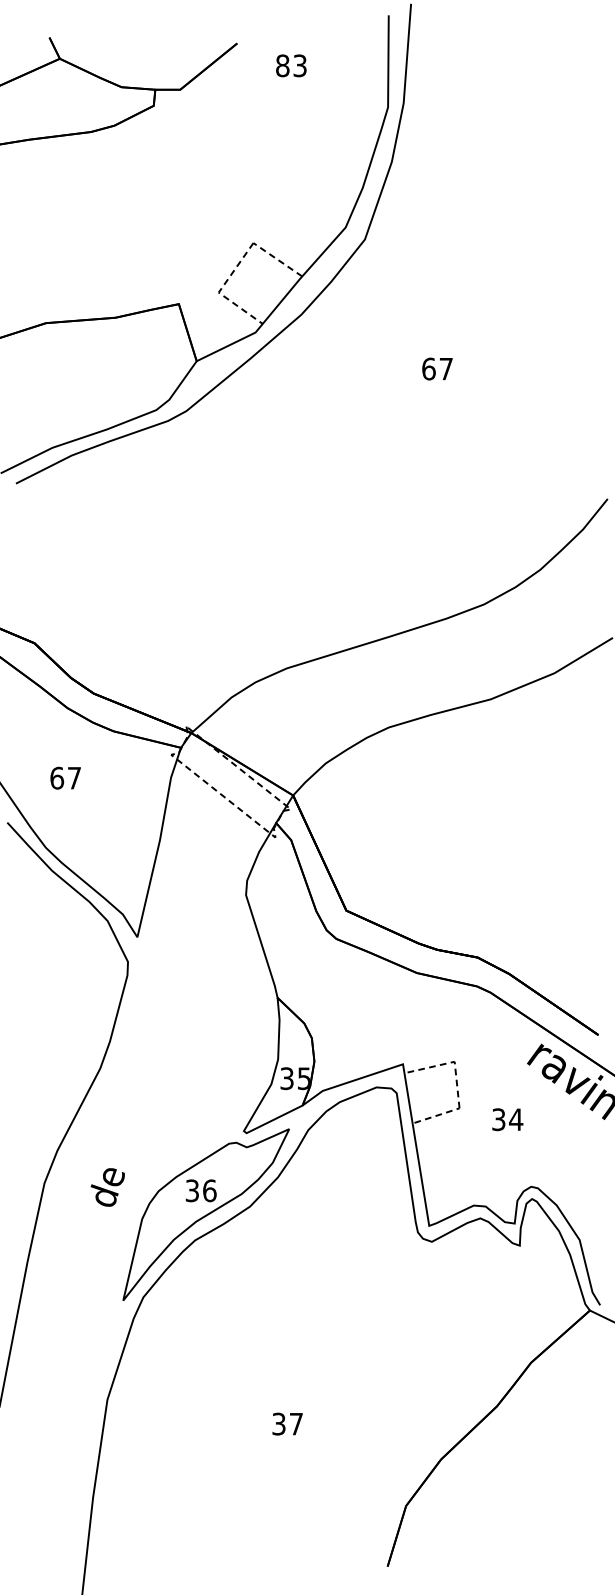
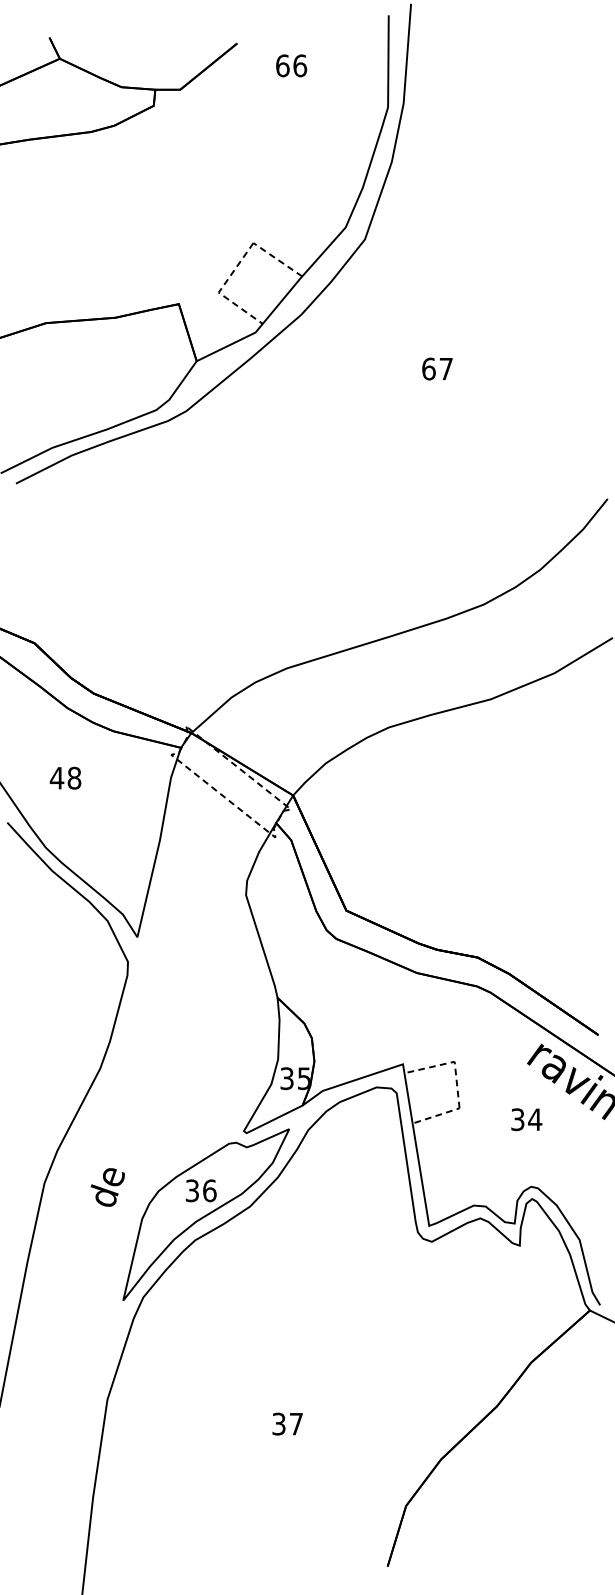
text at (291, 65): 83 -> 66
text at (65, 777): 67 -> 48
text at (507, 1119) position: (507, 1119) -> (526, 1119)
